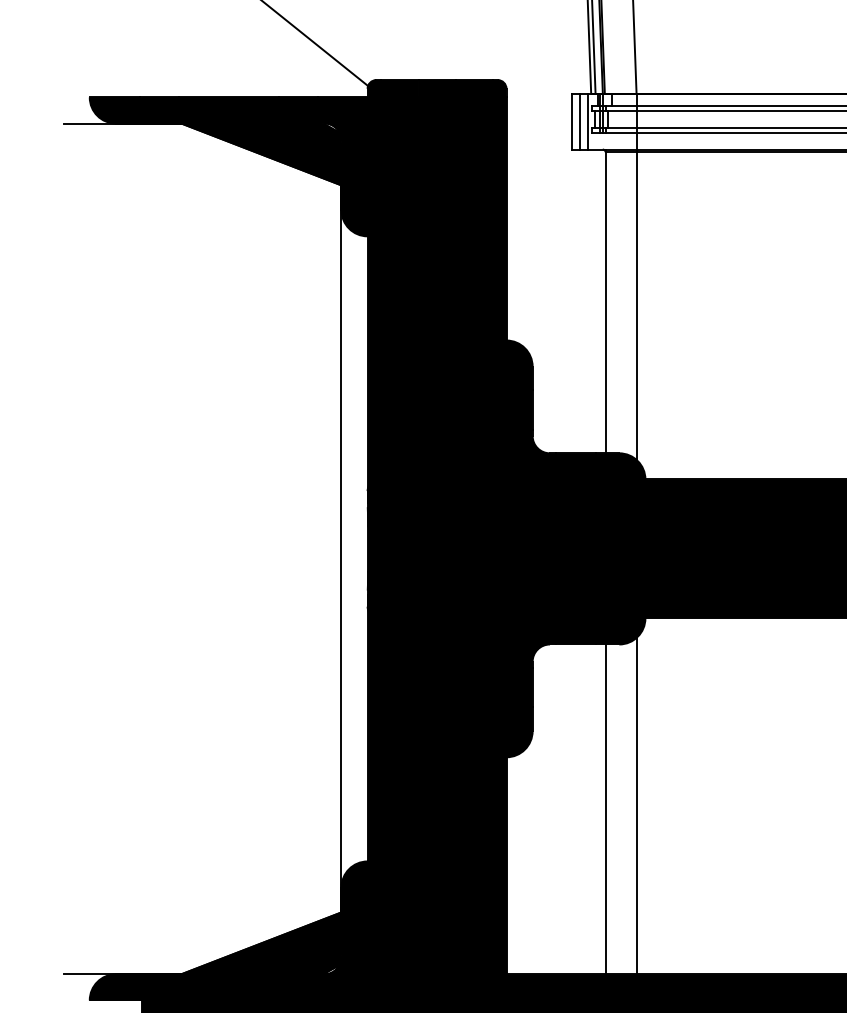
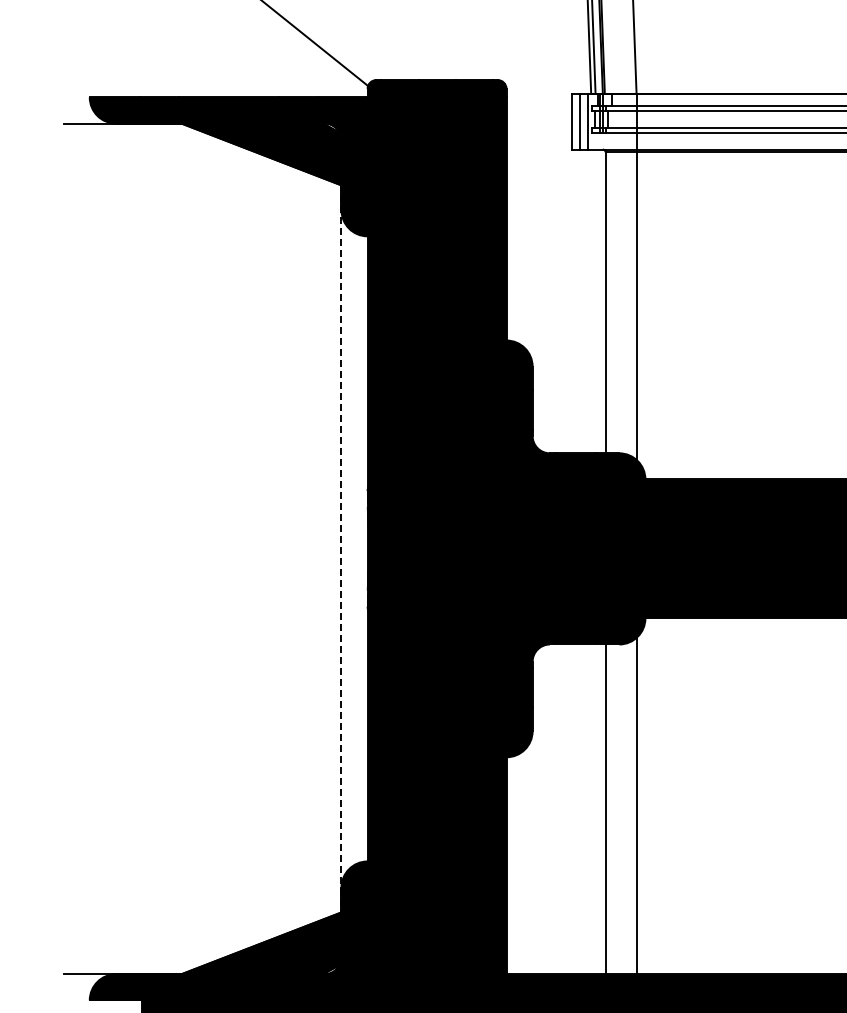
line at (341, 549): solid -> dashed
